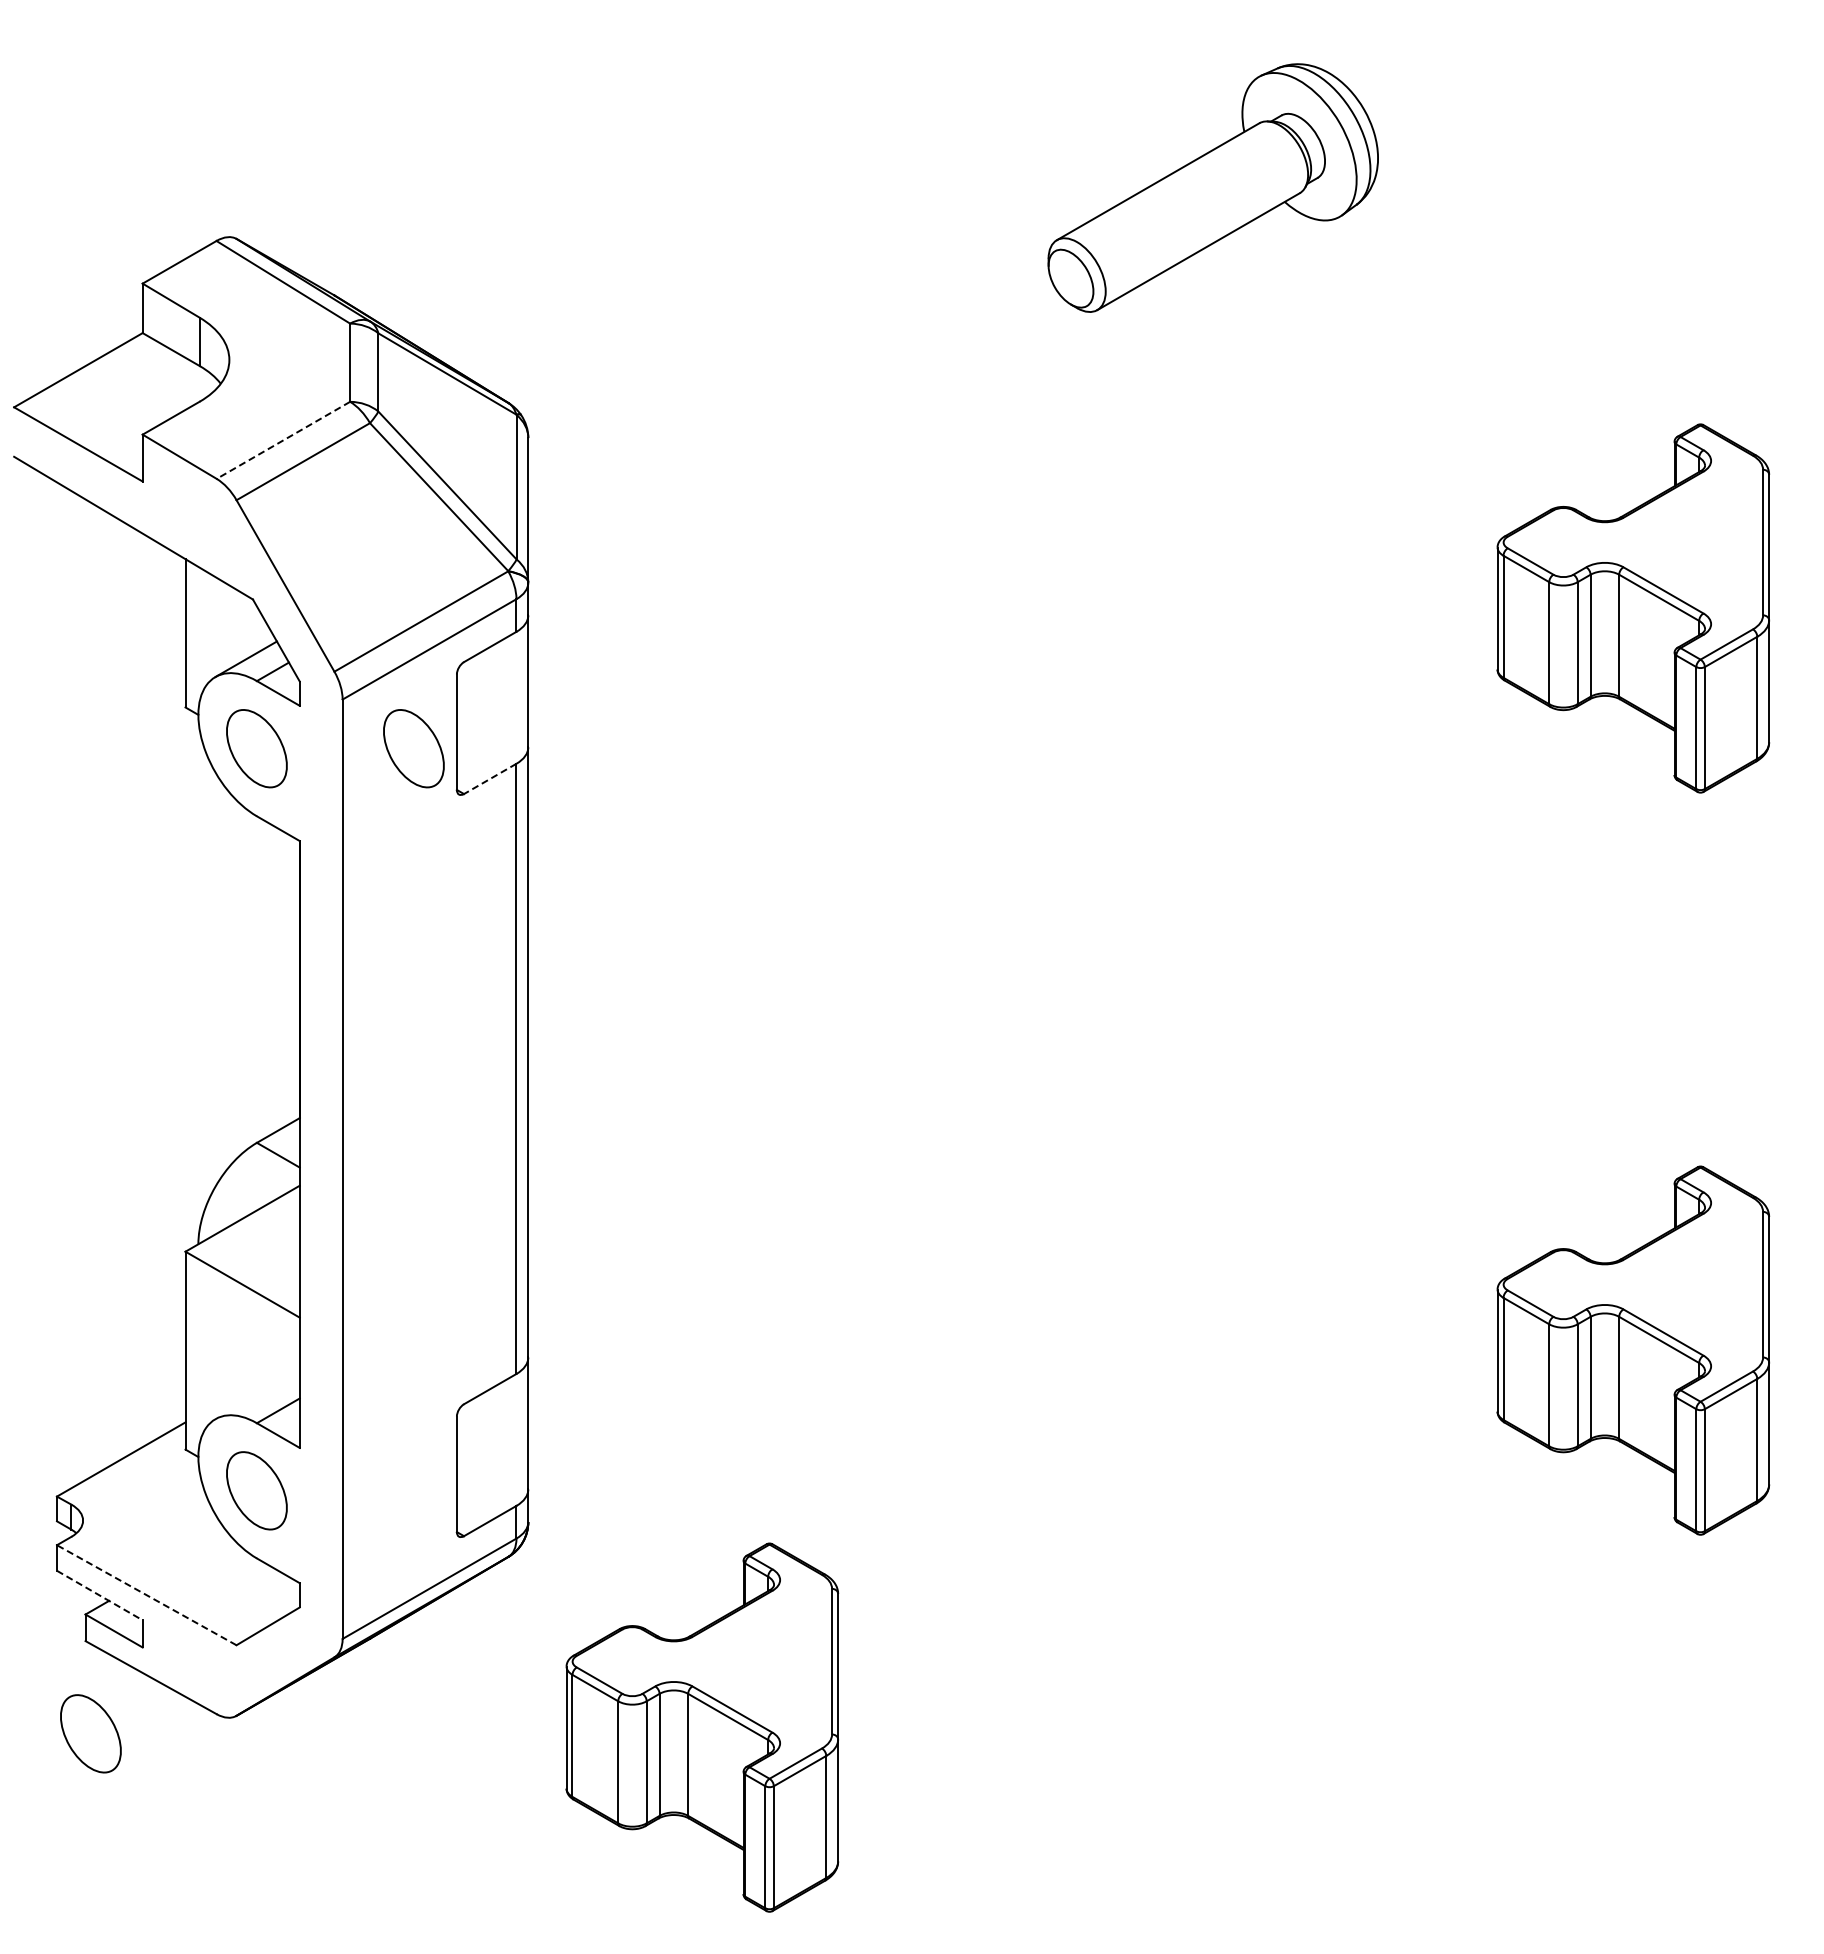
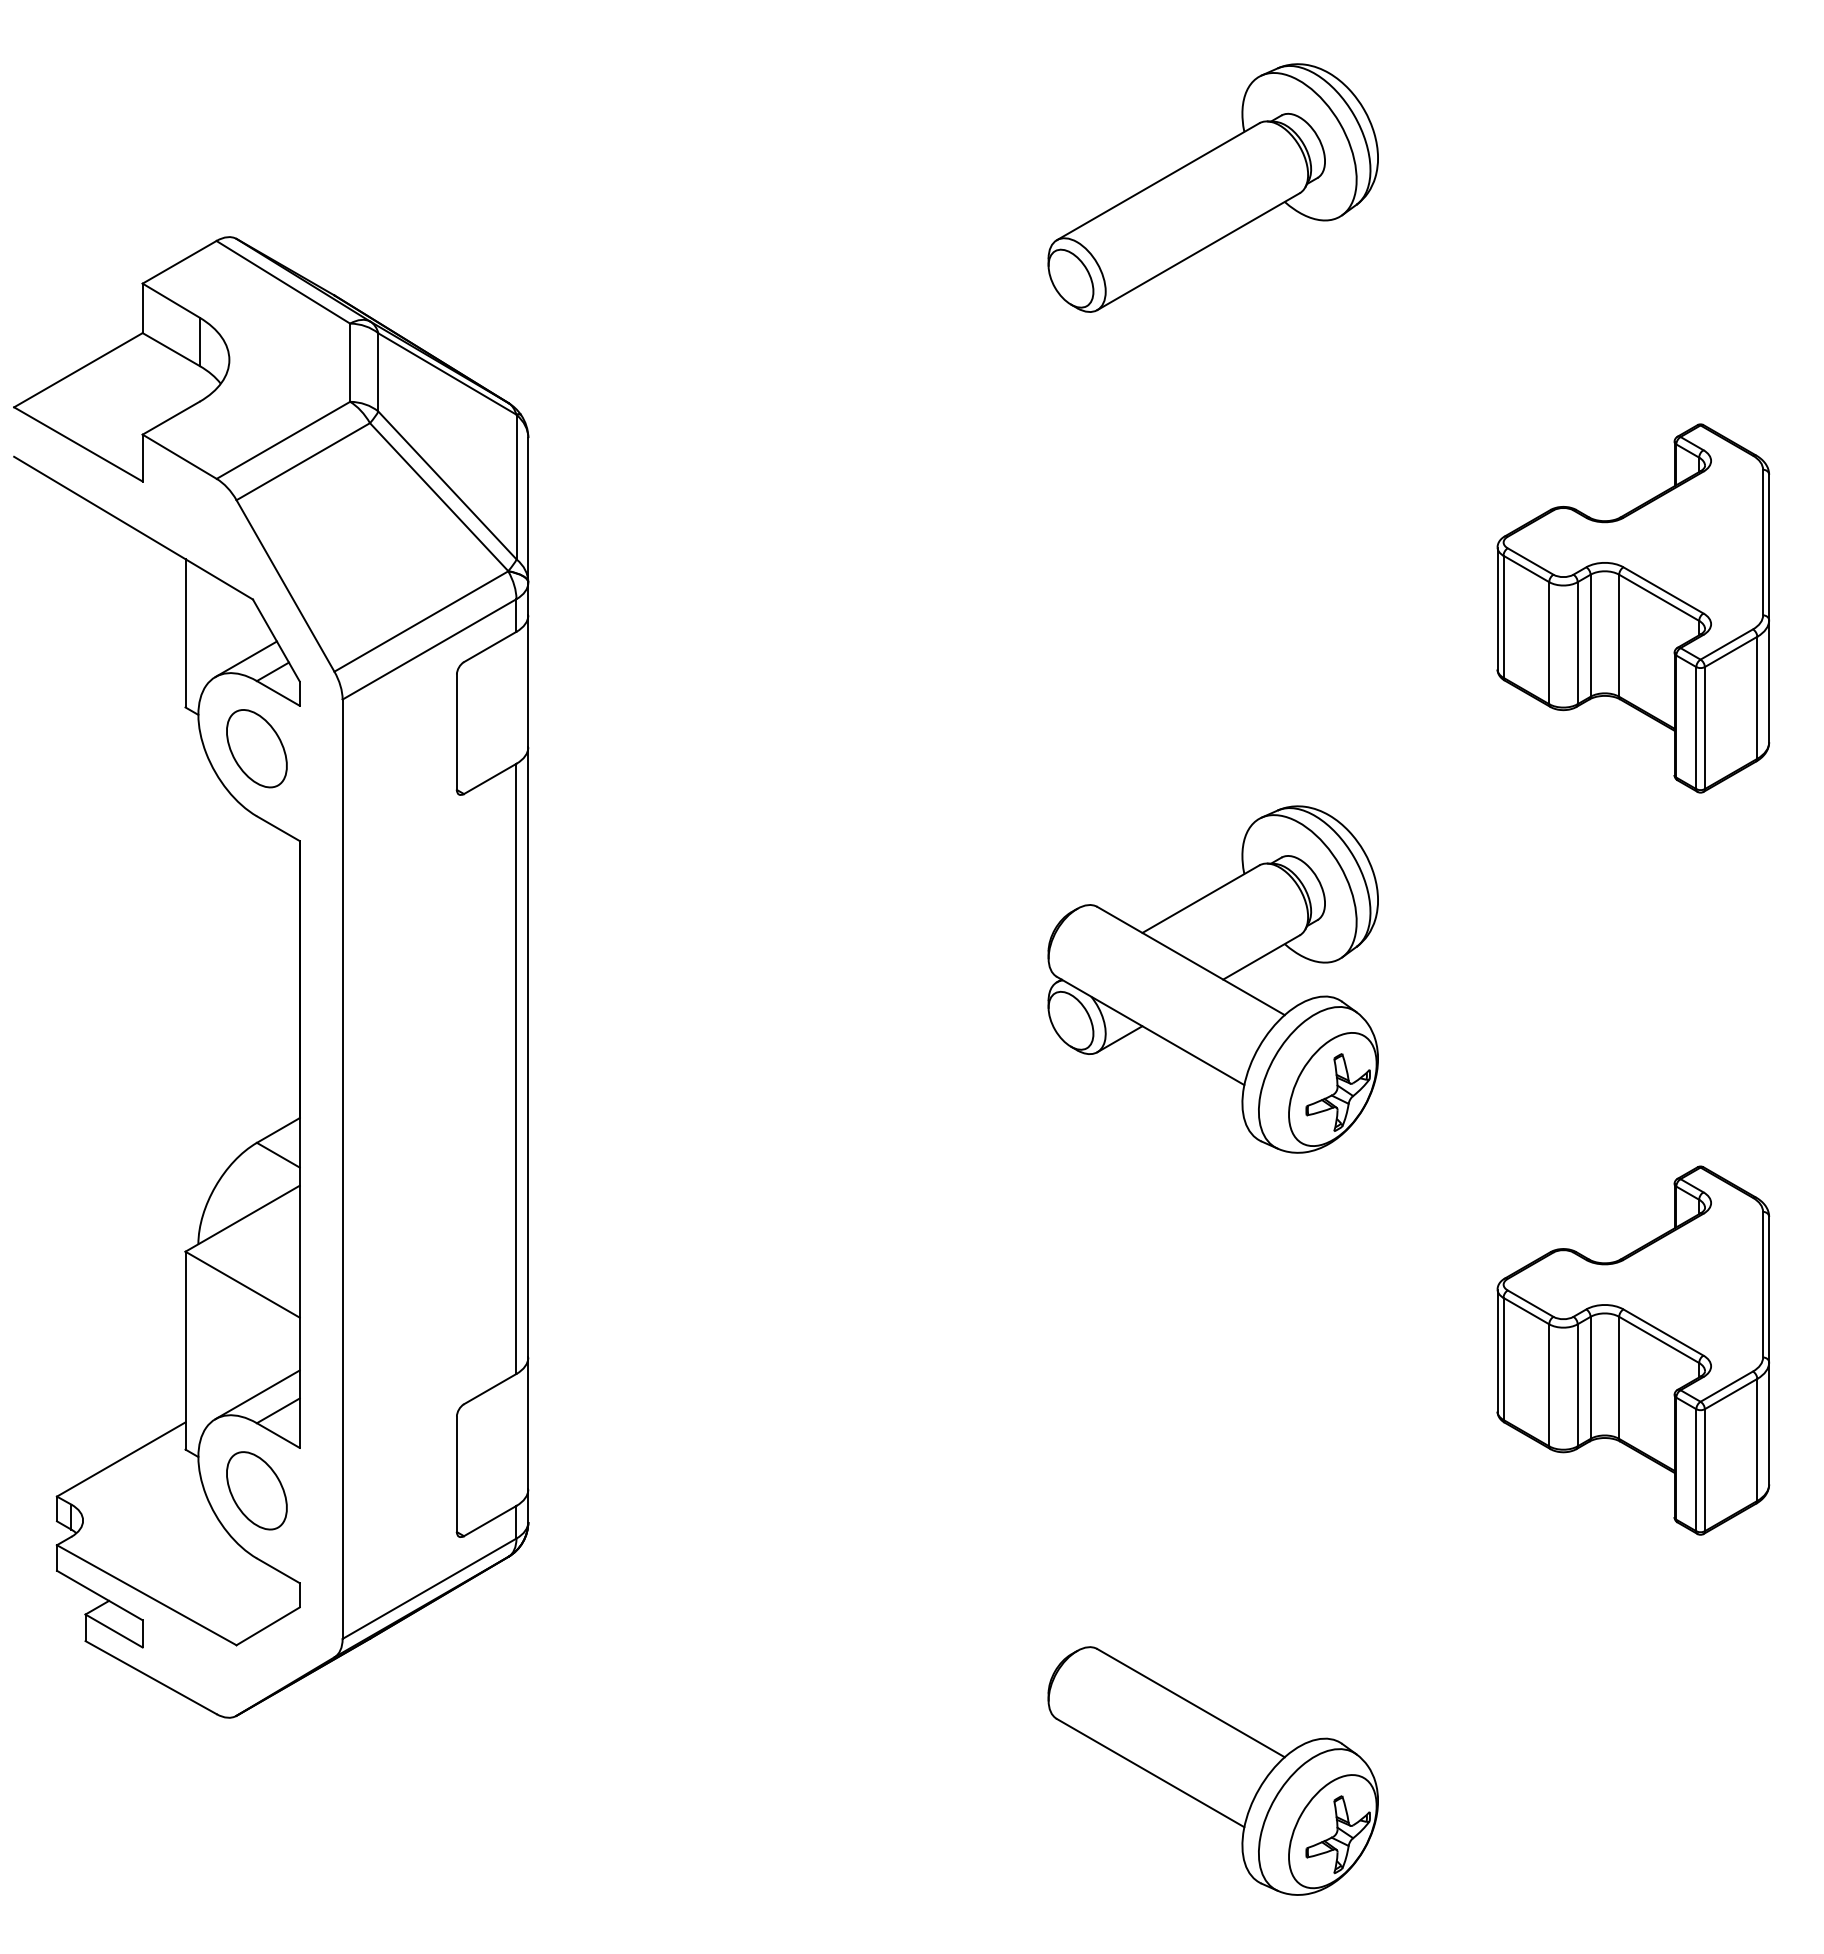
line at (283, 440): dashed -> solid
part at (413, 748): present -> none
line at (489, 779): dashed -> solid
part at (1212, 979): none -> present
line at (257, 1394): none -> present
line at (100, 1595): dashed -> solid
line at (146, 1595): dashed -> solid
part at (702, 1727): present -> none
part at (90, 1733): present -> none
part at (1212, 1770): none -> present
